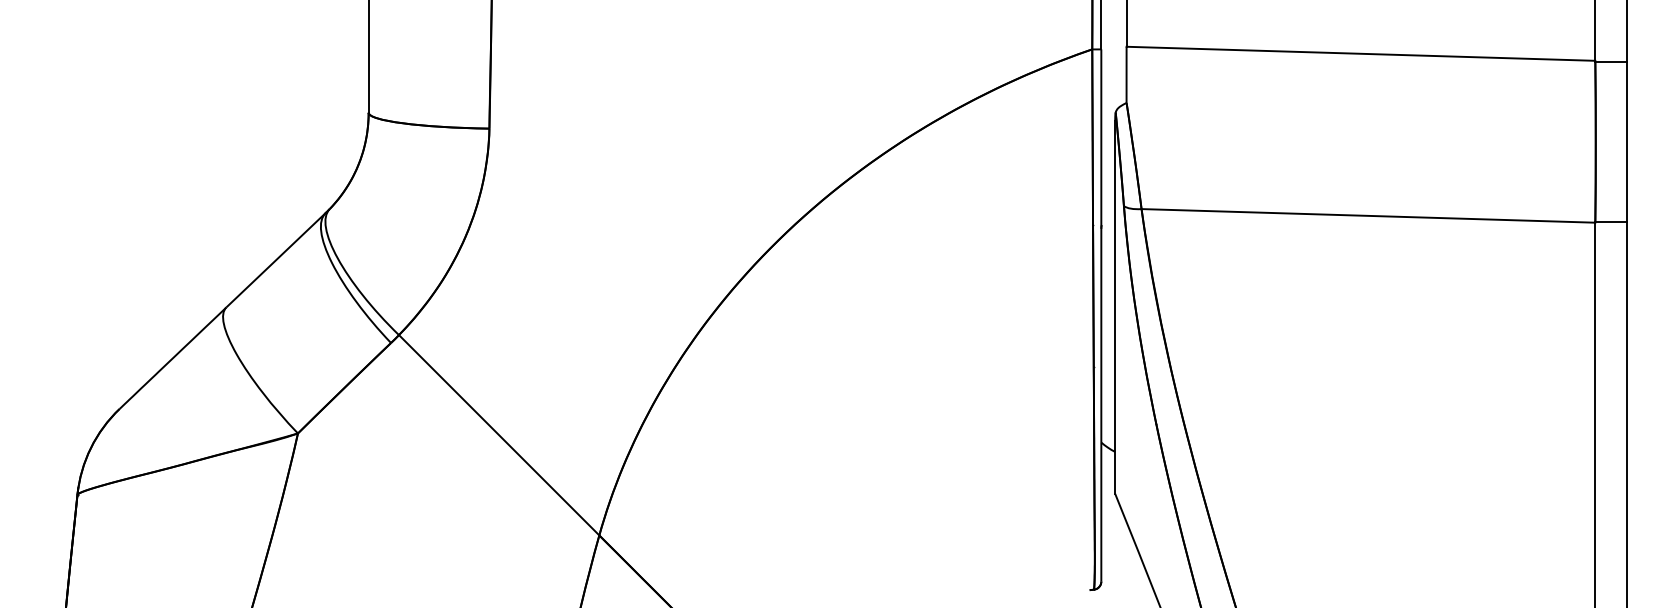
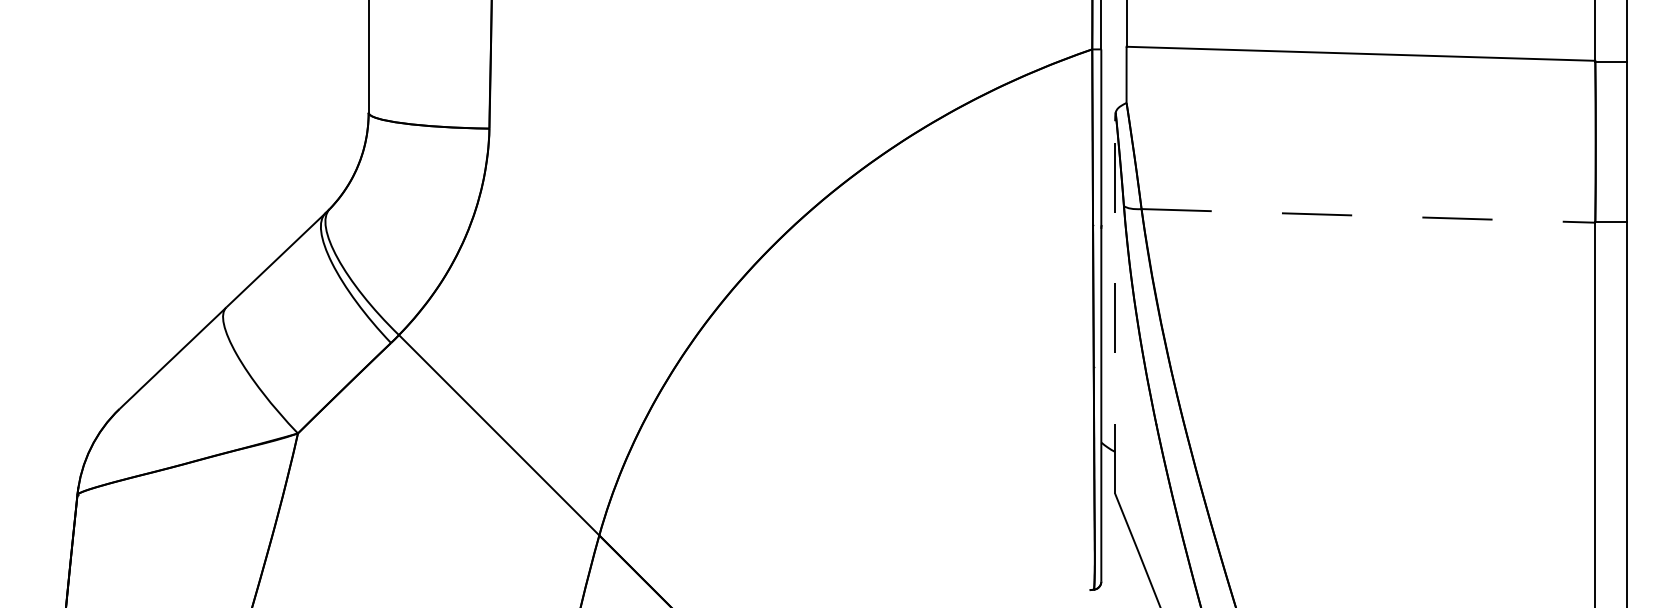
line at (1368, 215): solid -> dashed
line at (1115, 307): solid -> dashed
